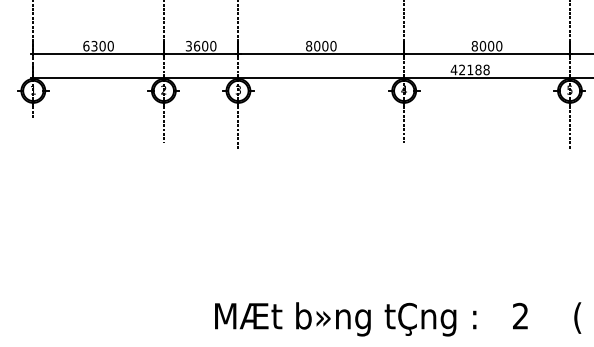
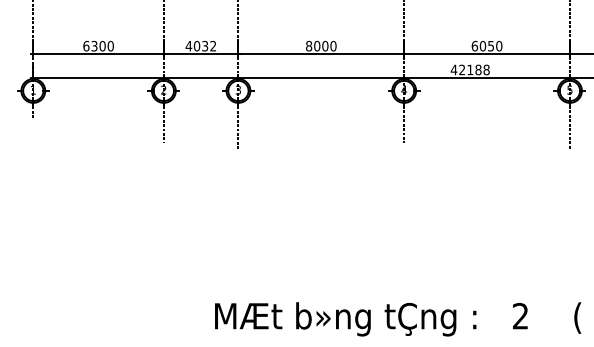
text at (200, 45): 3600 -> 4032
text at (482, 45): 8000 -> 6050
